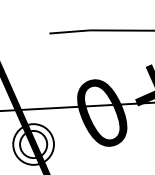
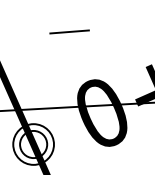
line at (120, 30): present -> none
